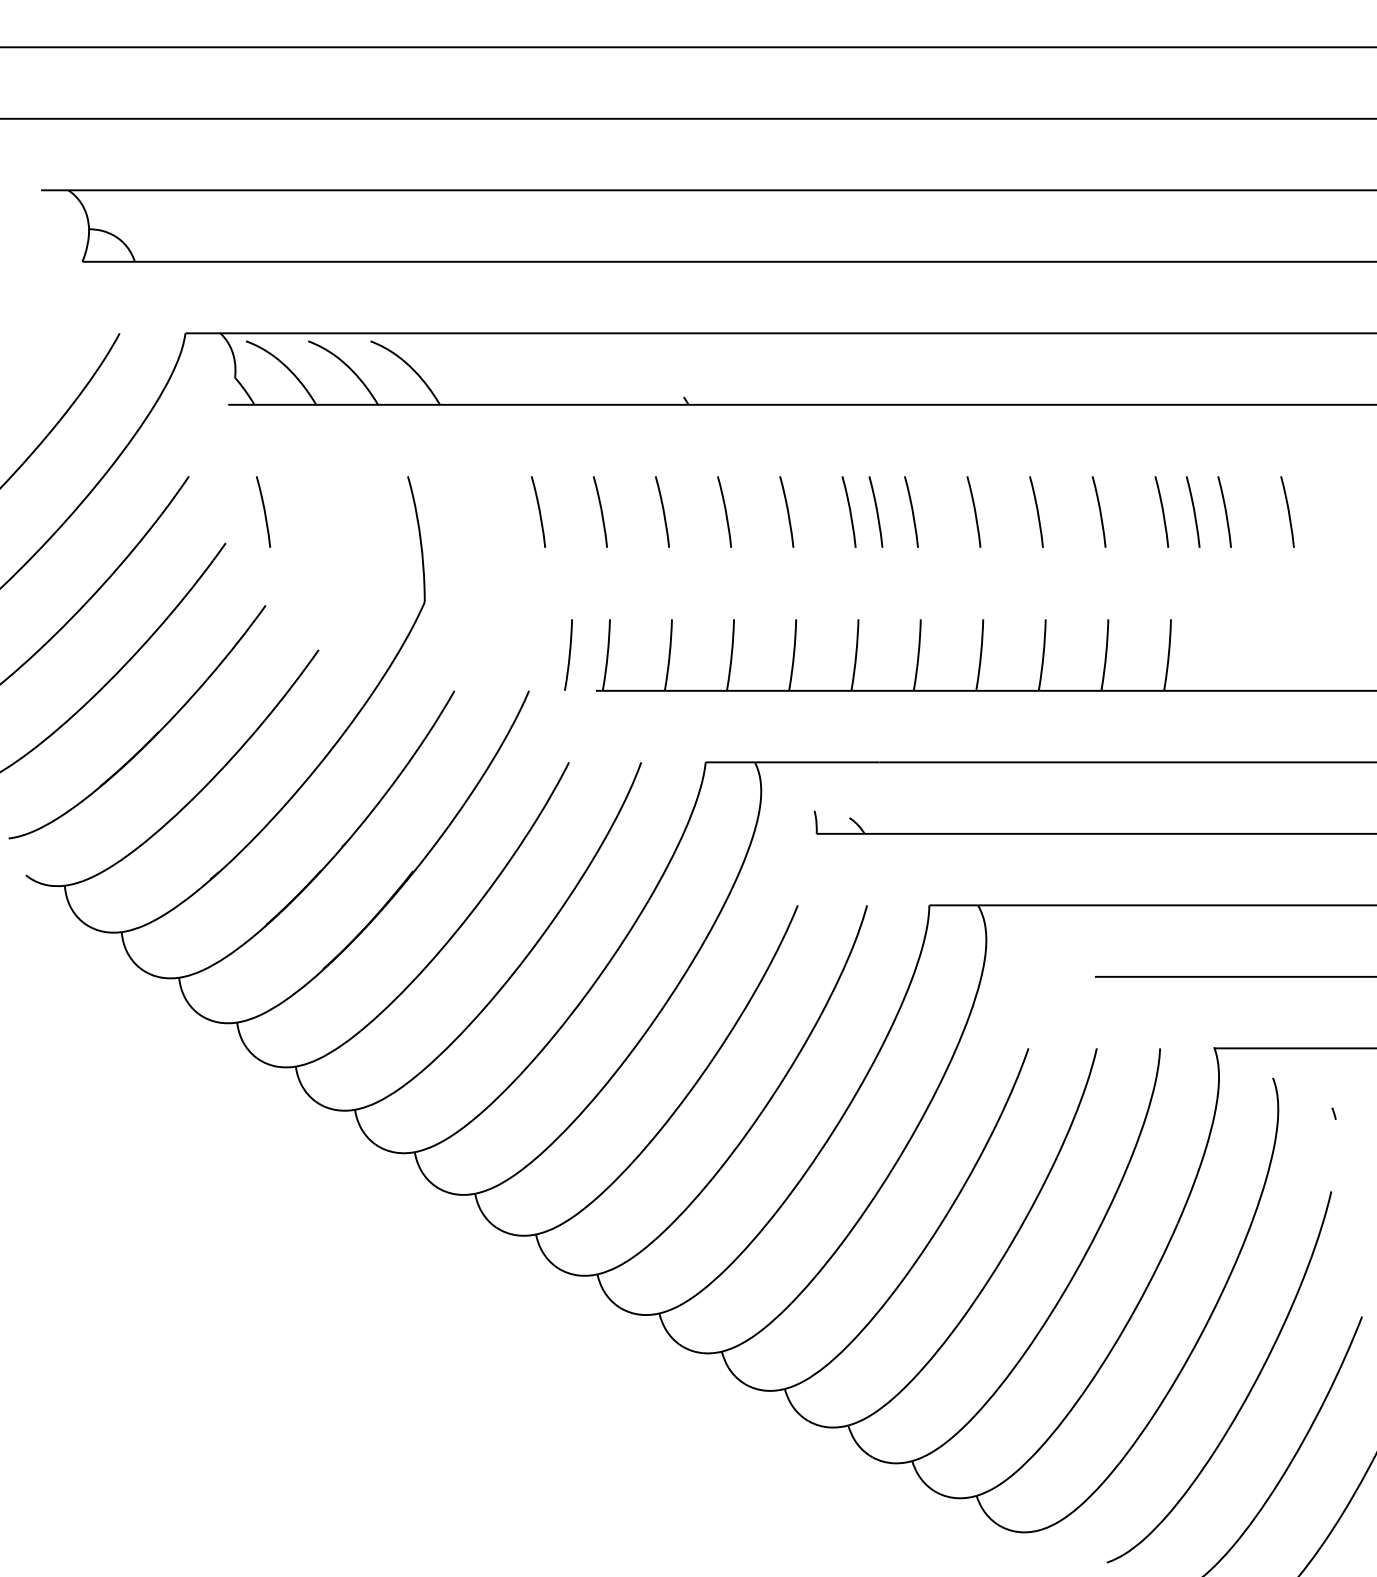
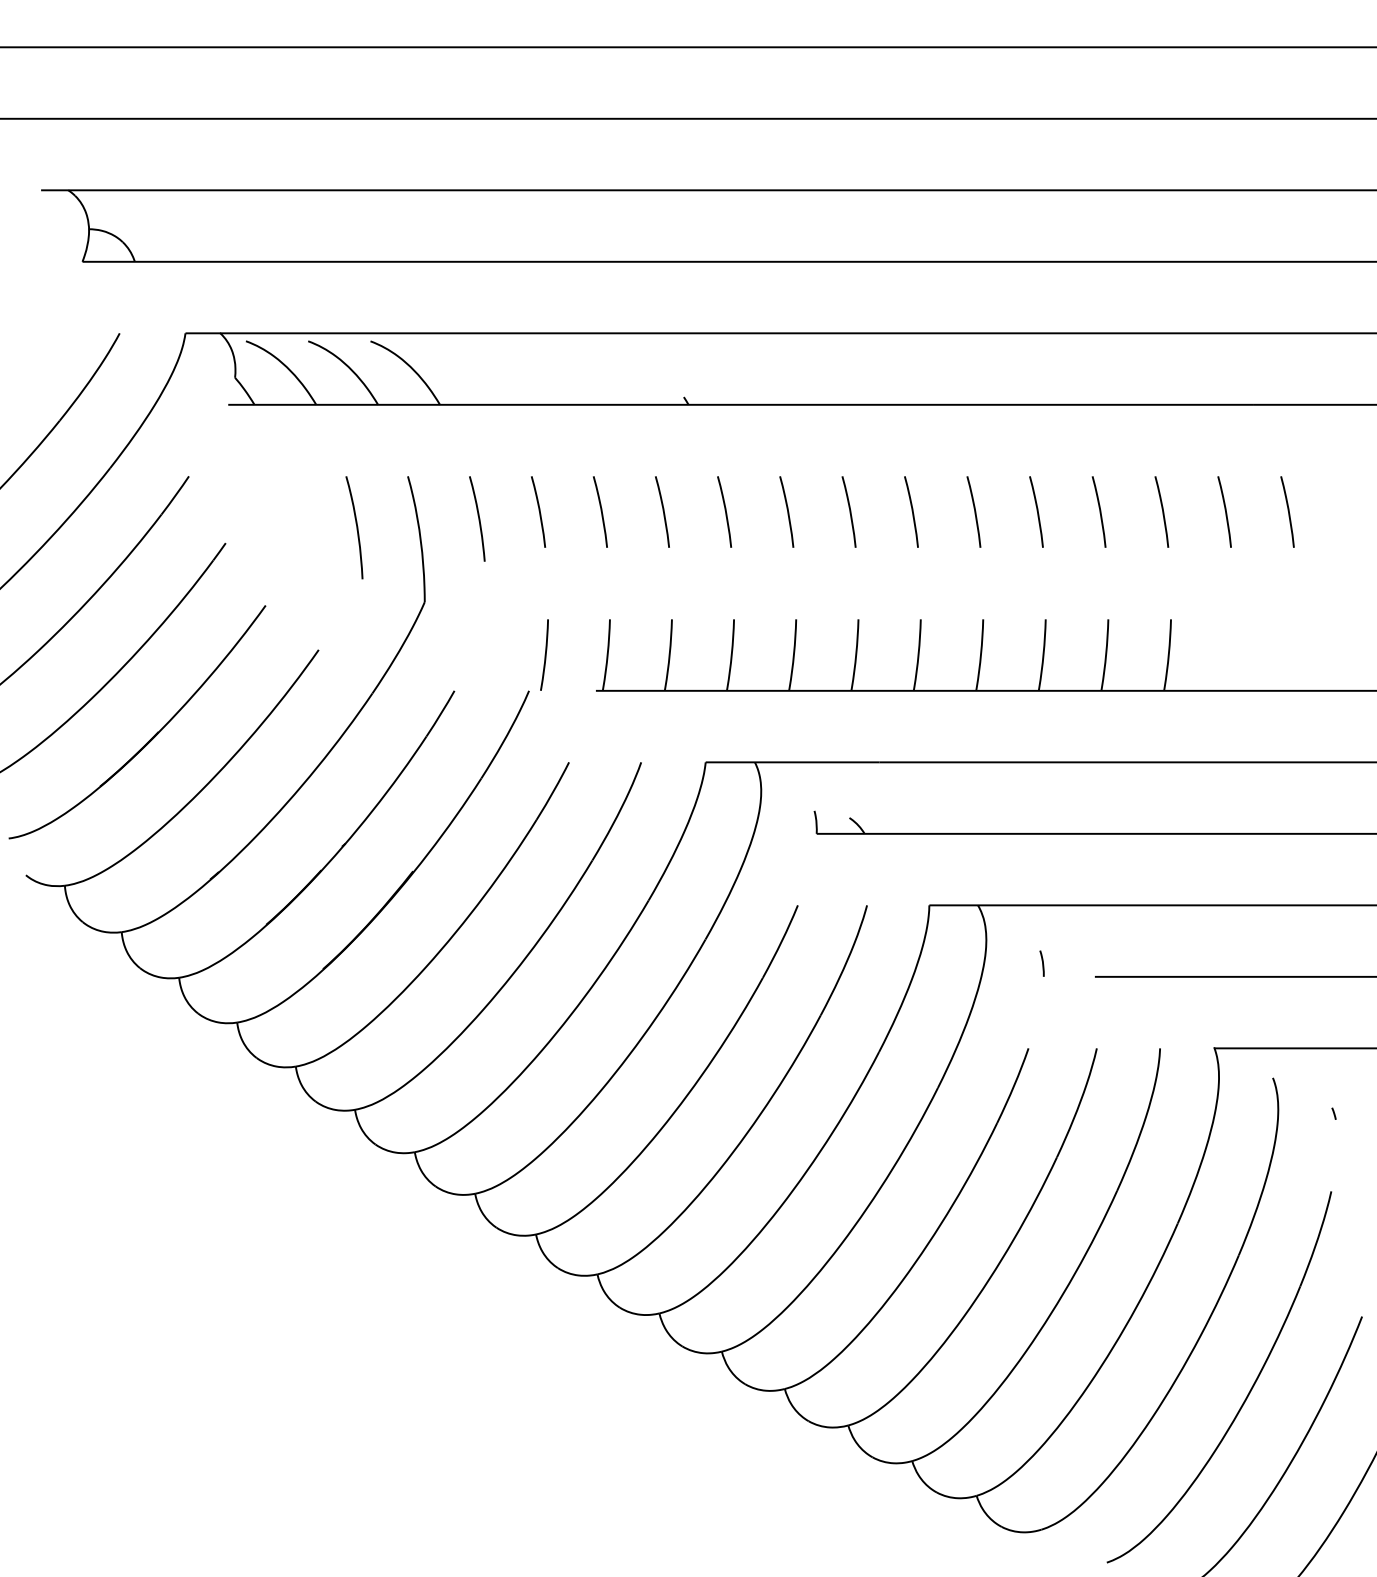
curve at (263, 510): present -> none
curve at (876, 511): present -> none
curve at (1193, 511): present -> none
curve at (478, 518): none -> present
curve at (356, 527): none -> present
curve at (568, 654) position: (568, 654) -> (544, 654)
line at (1042, 963): none -> present
